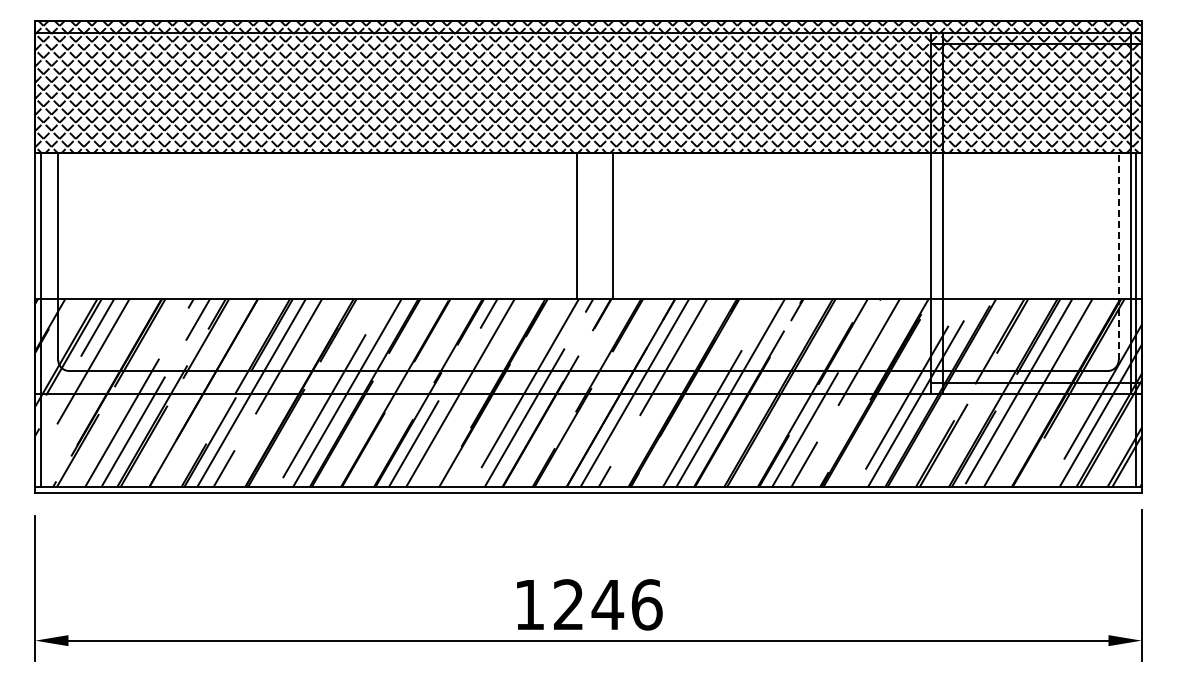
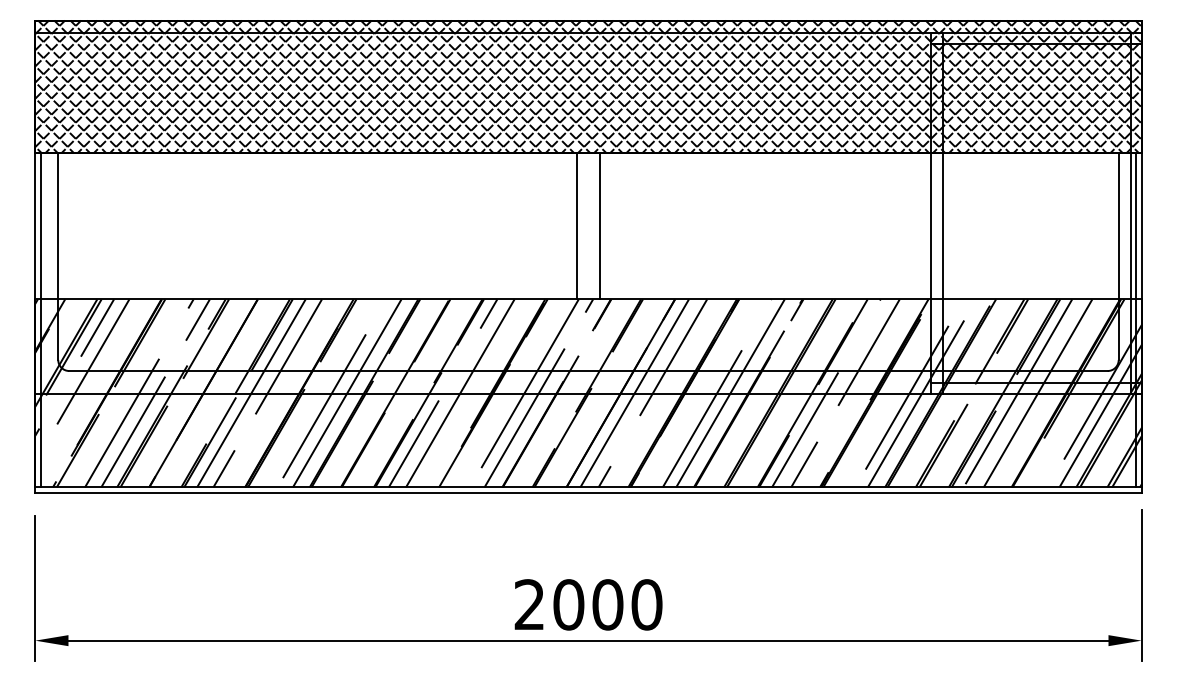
line at (612, 226) position: (612, 226) -> (599, 226)
line at (1118, 256): dashed -> solid
text at (588, 604): 1246 -> 2000
